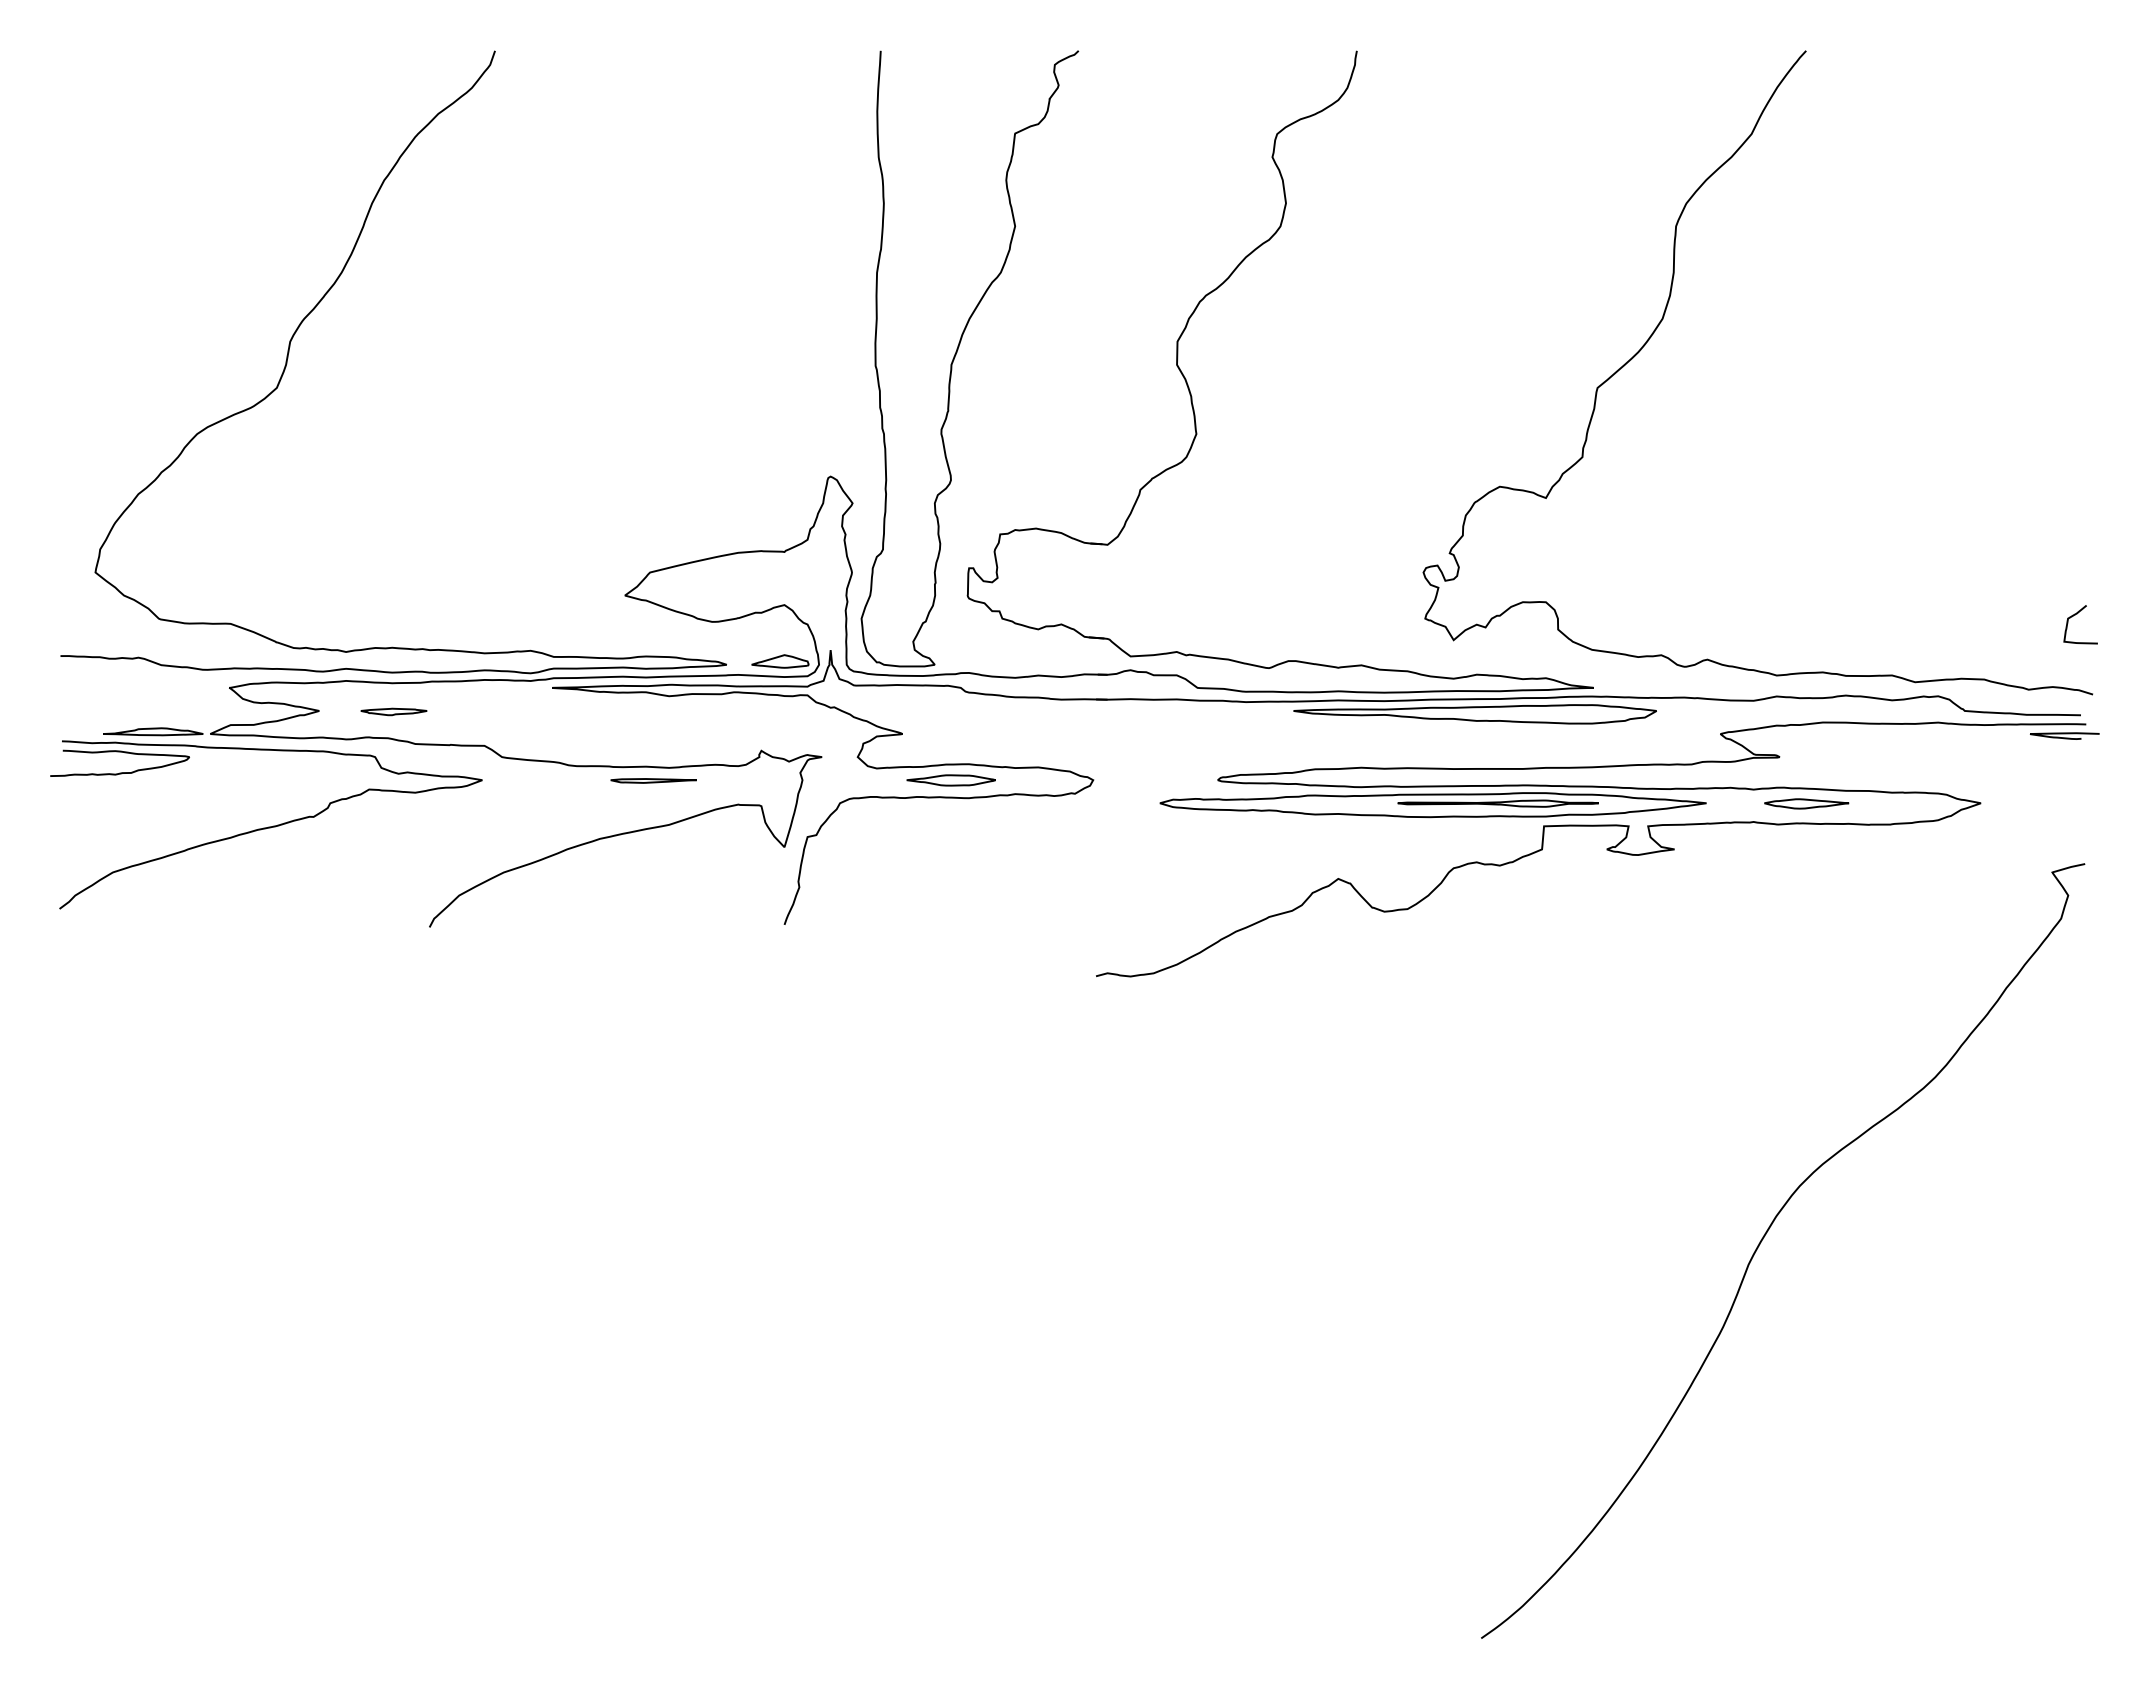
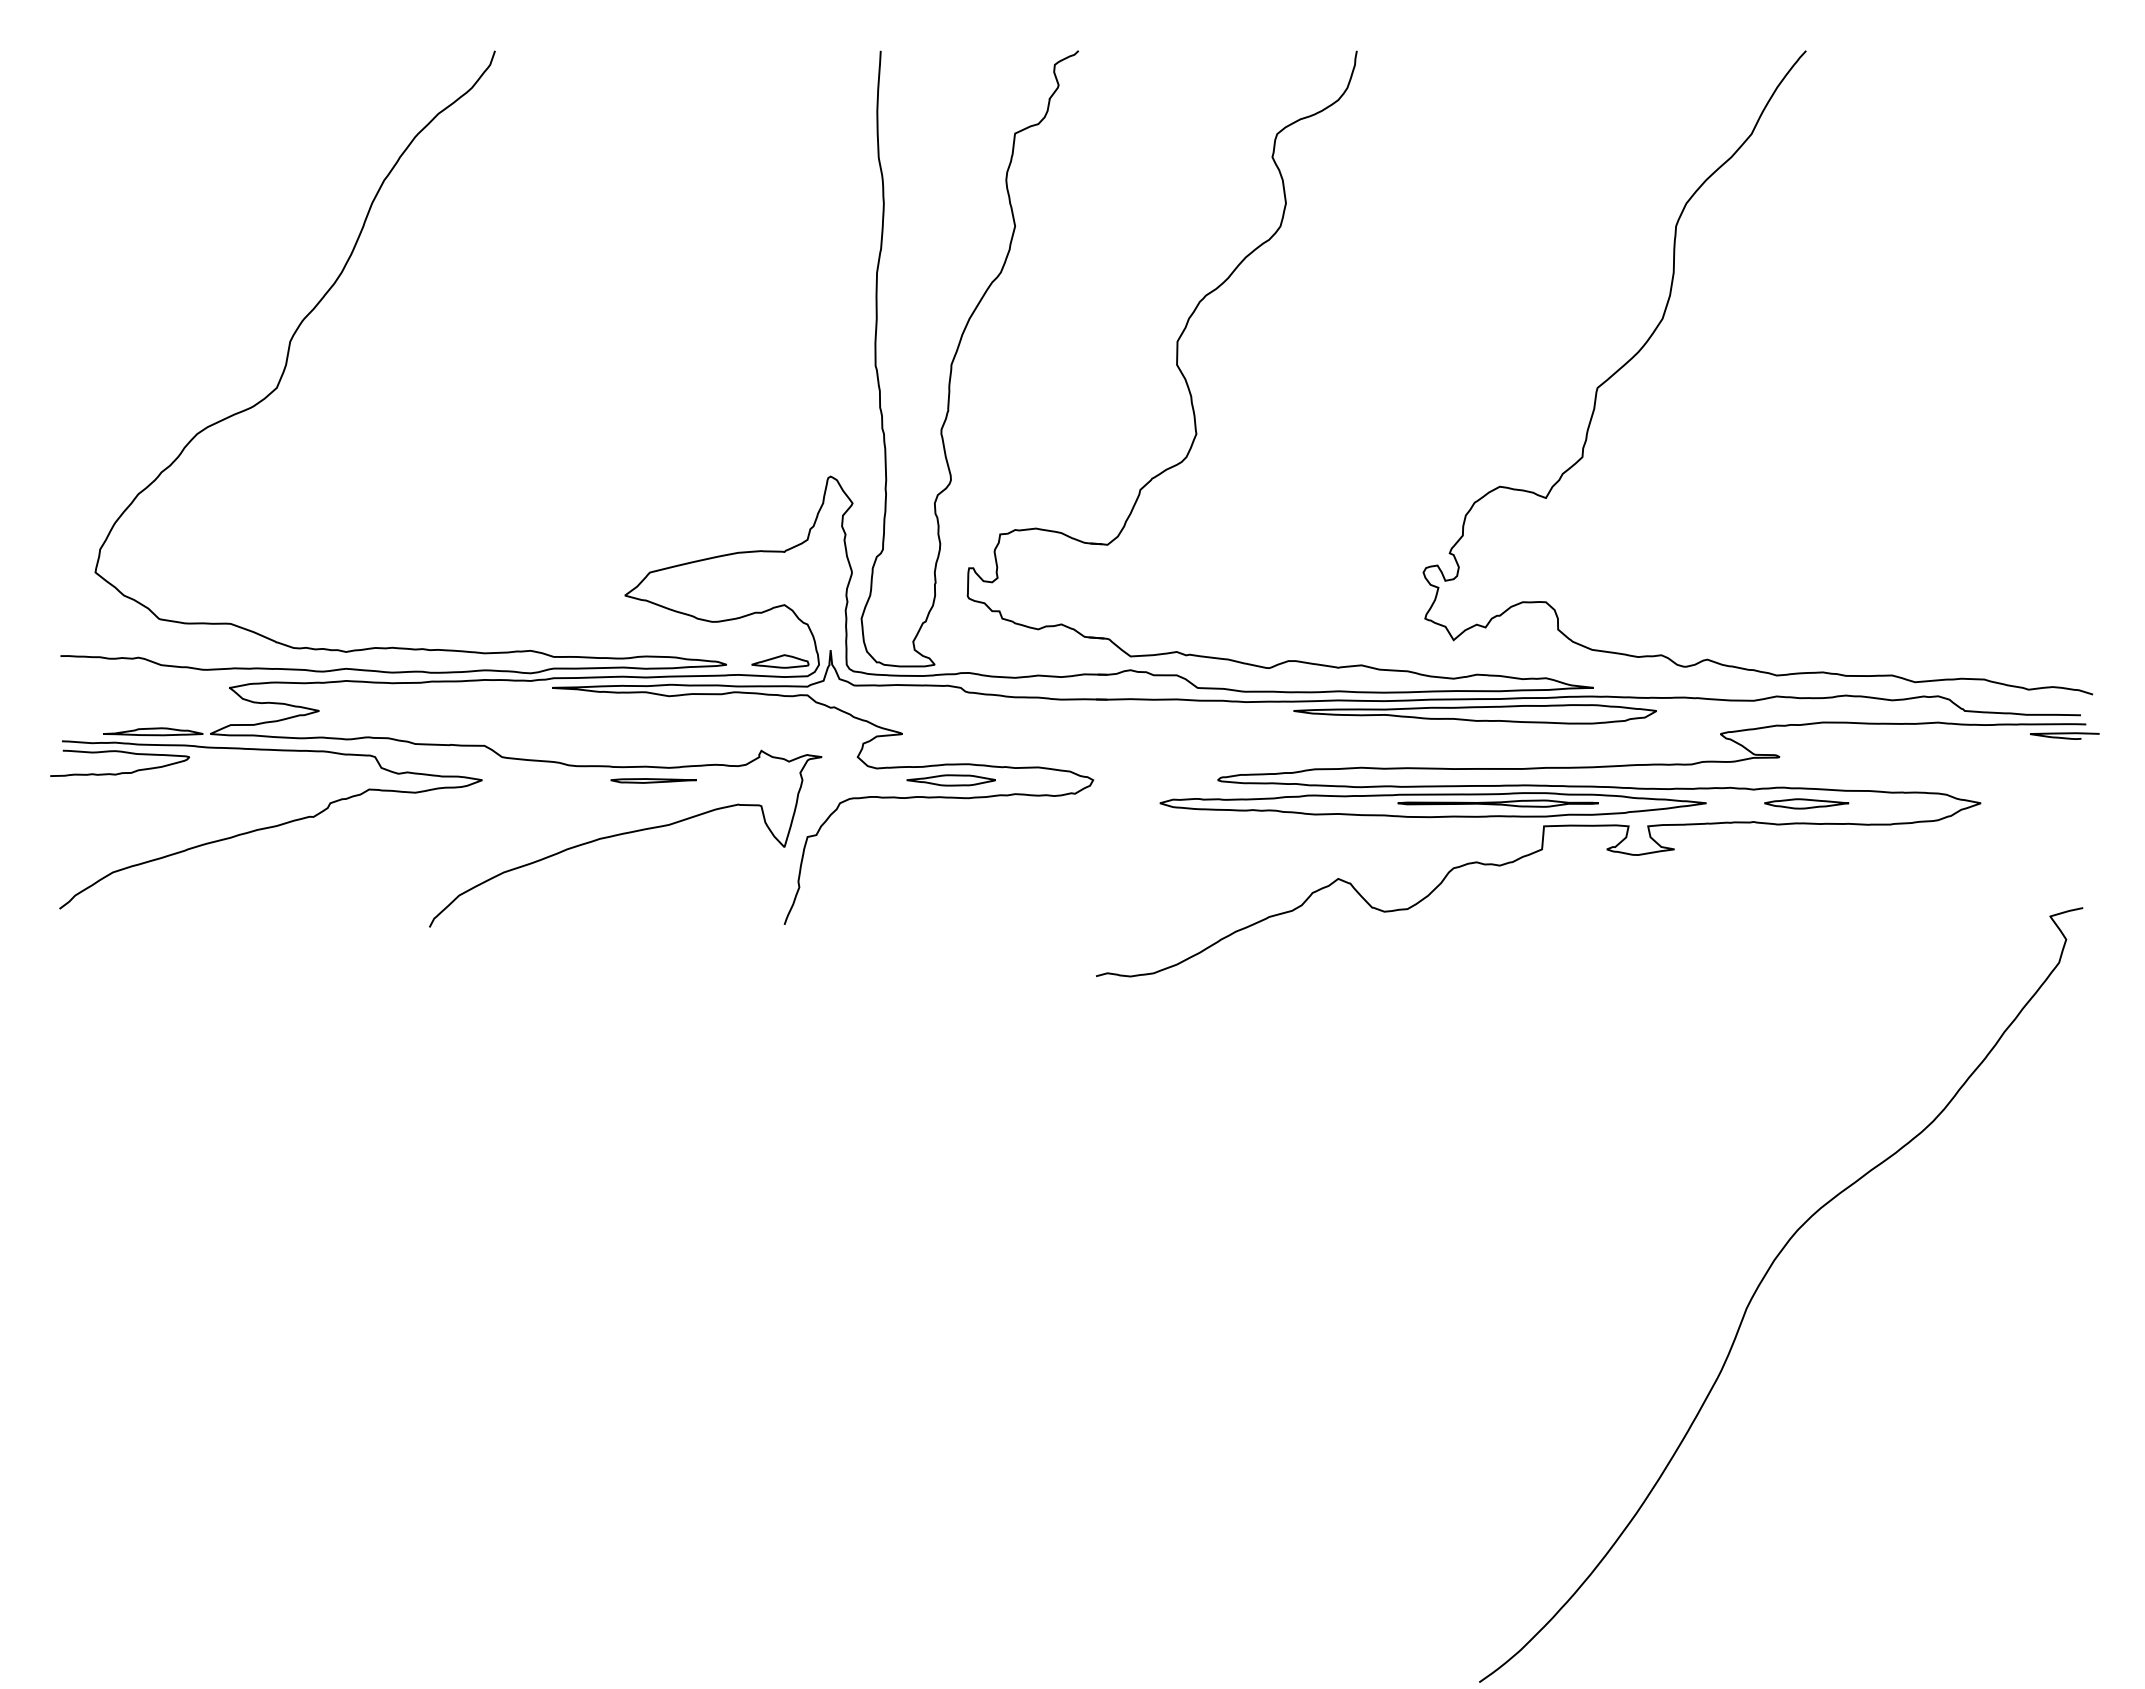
curve at (2075, 615): present -> none
part at (393, 711): present -> none
curve at (1765, 1236) position: (1765, 1236) -> (1763, 1280)
